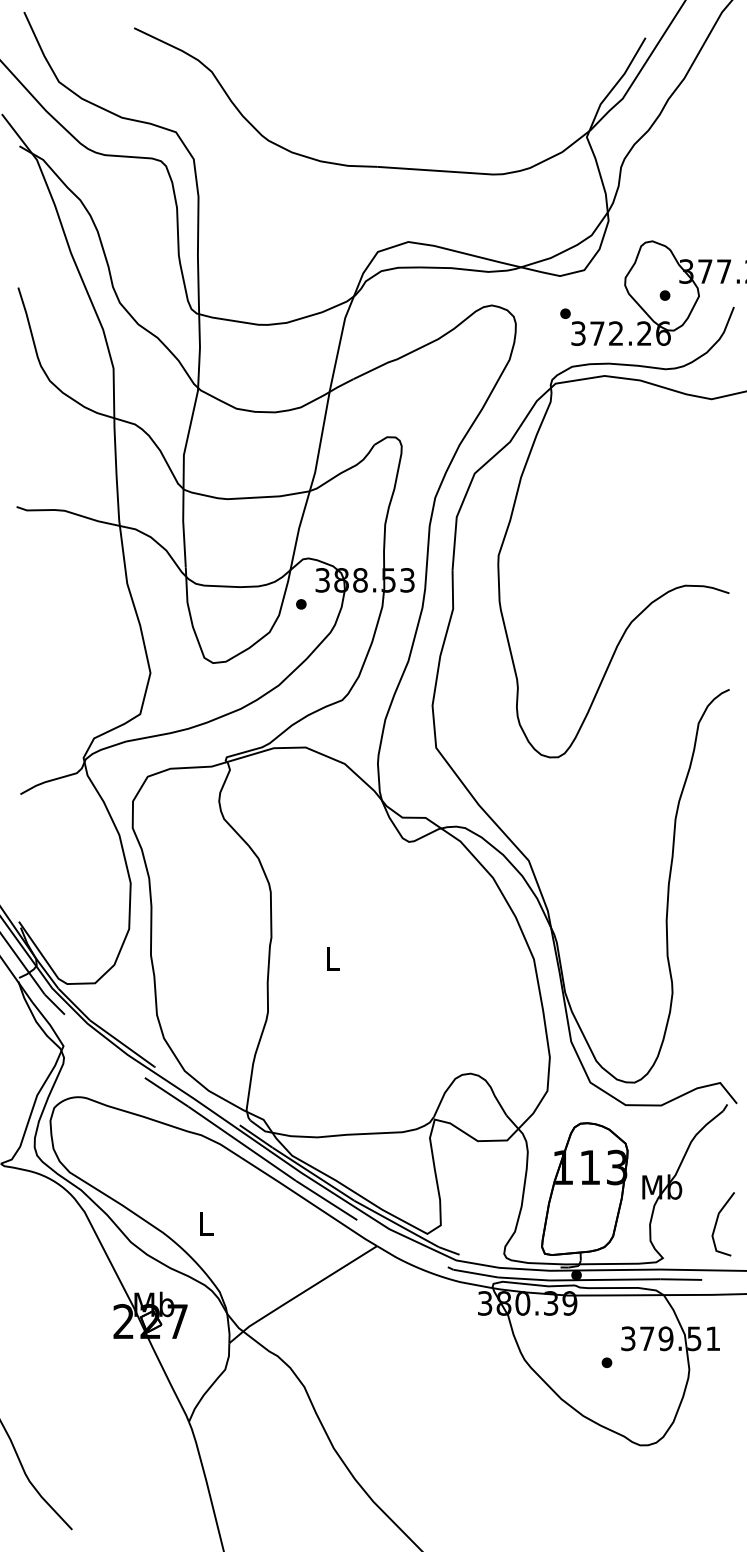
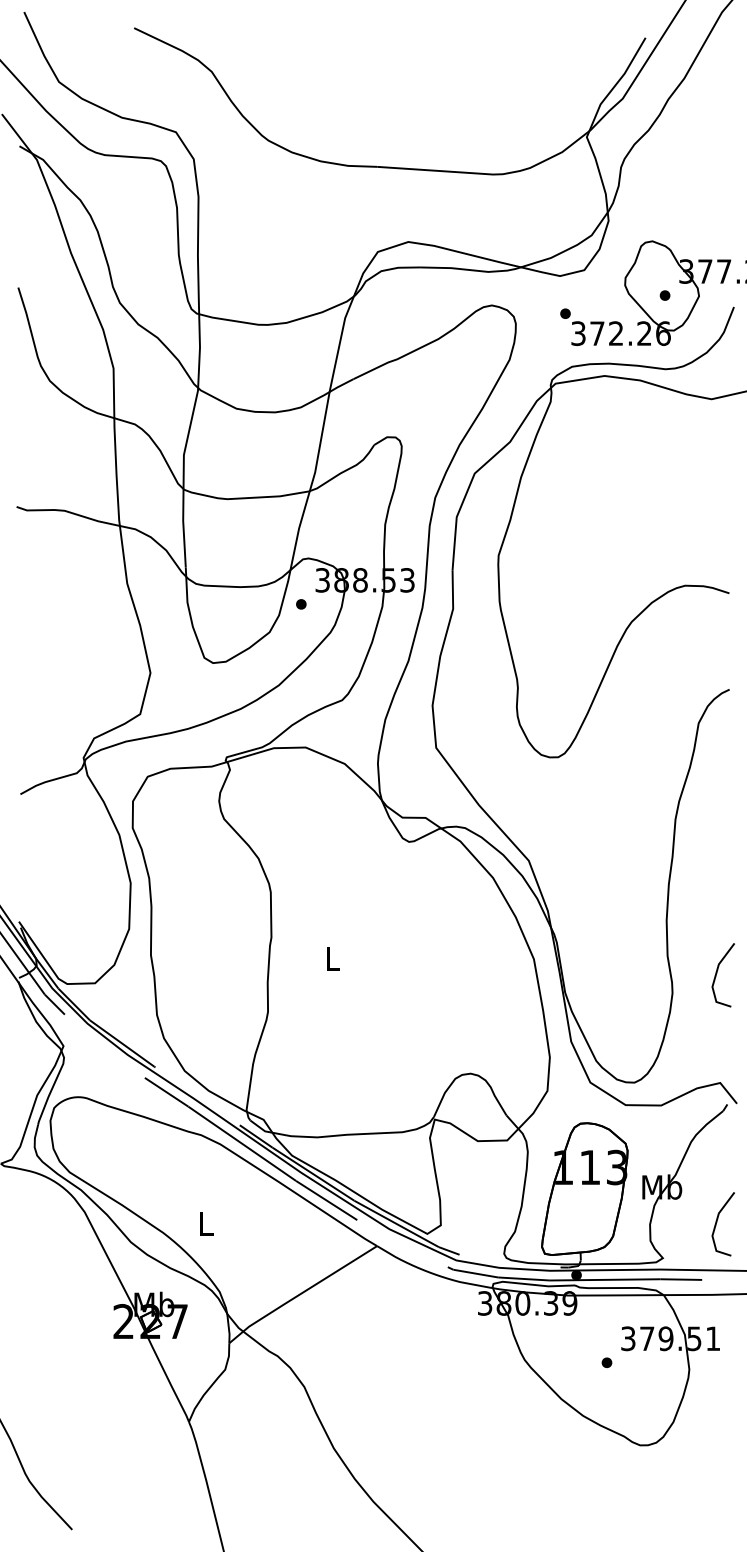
line at (717, 973): none -> present
